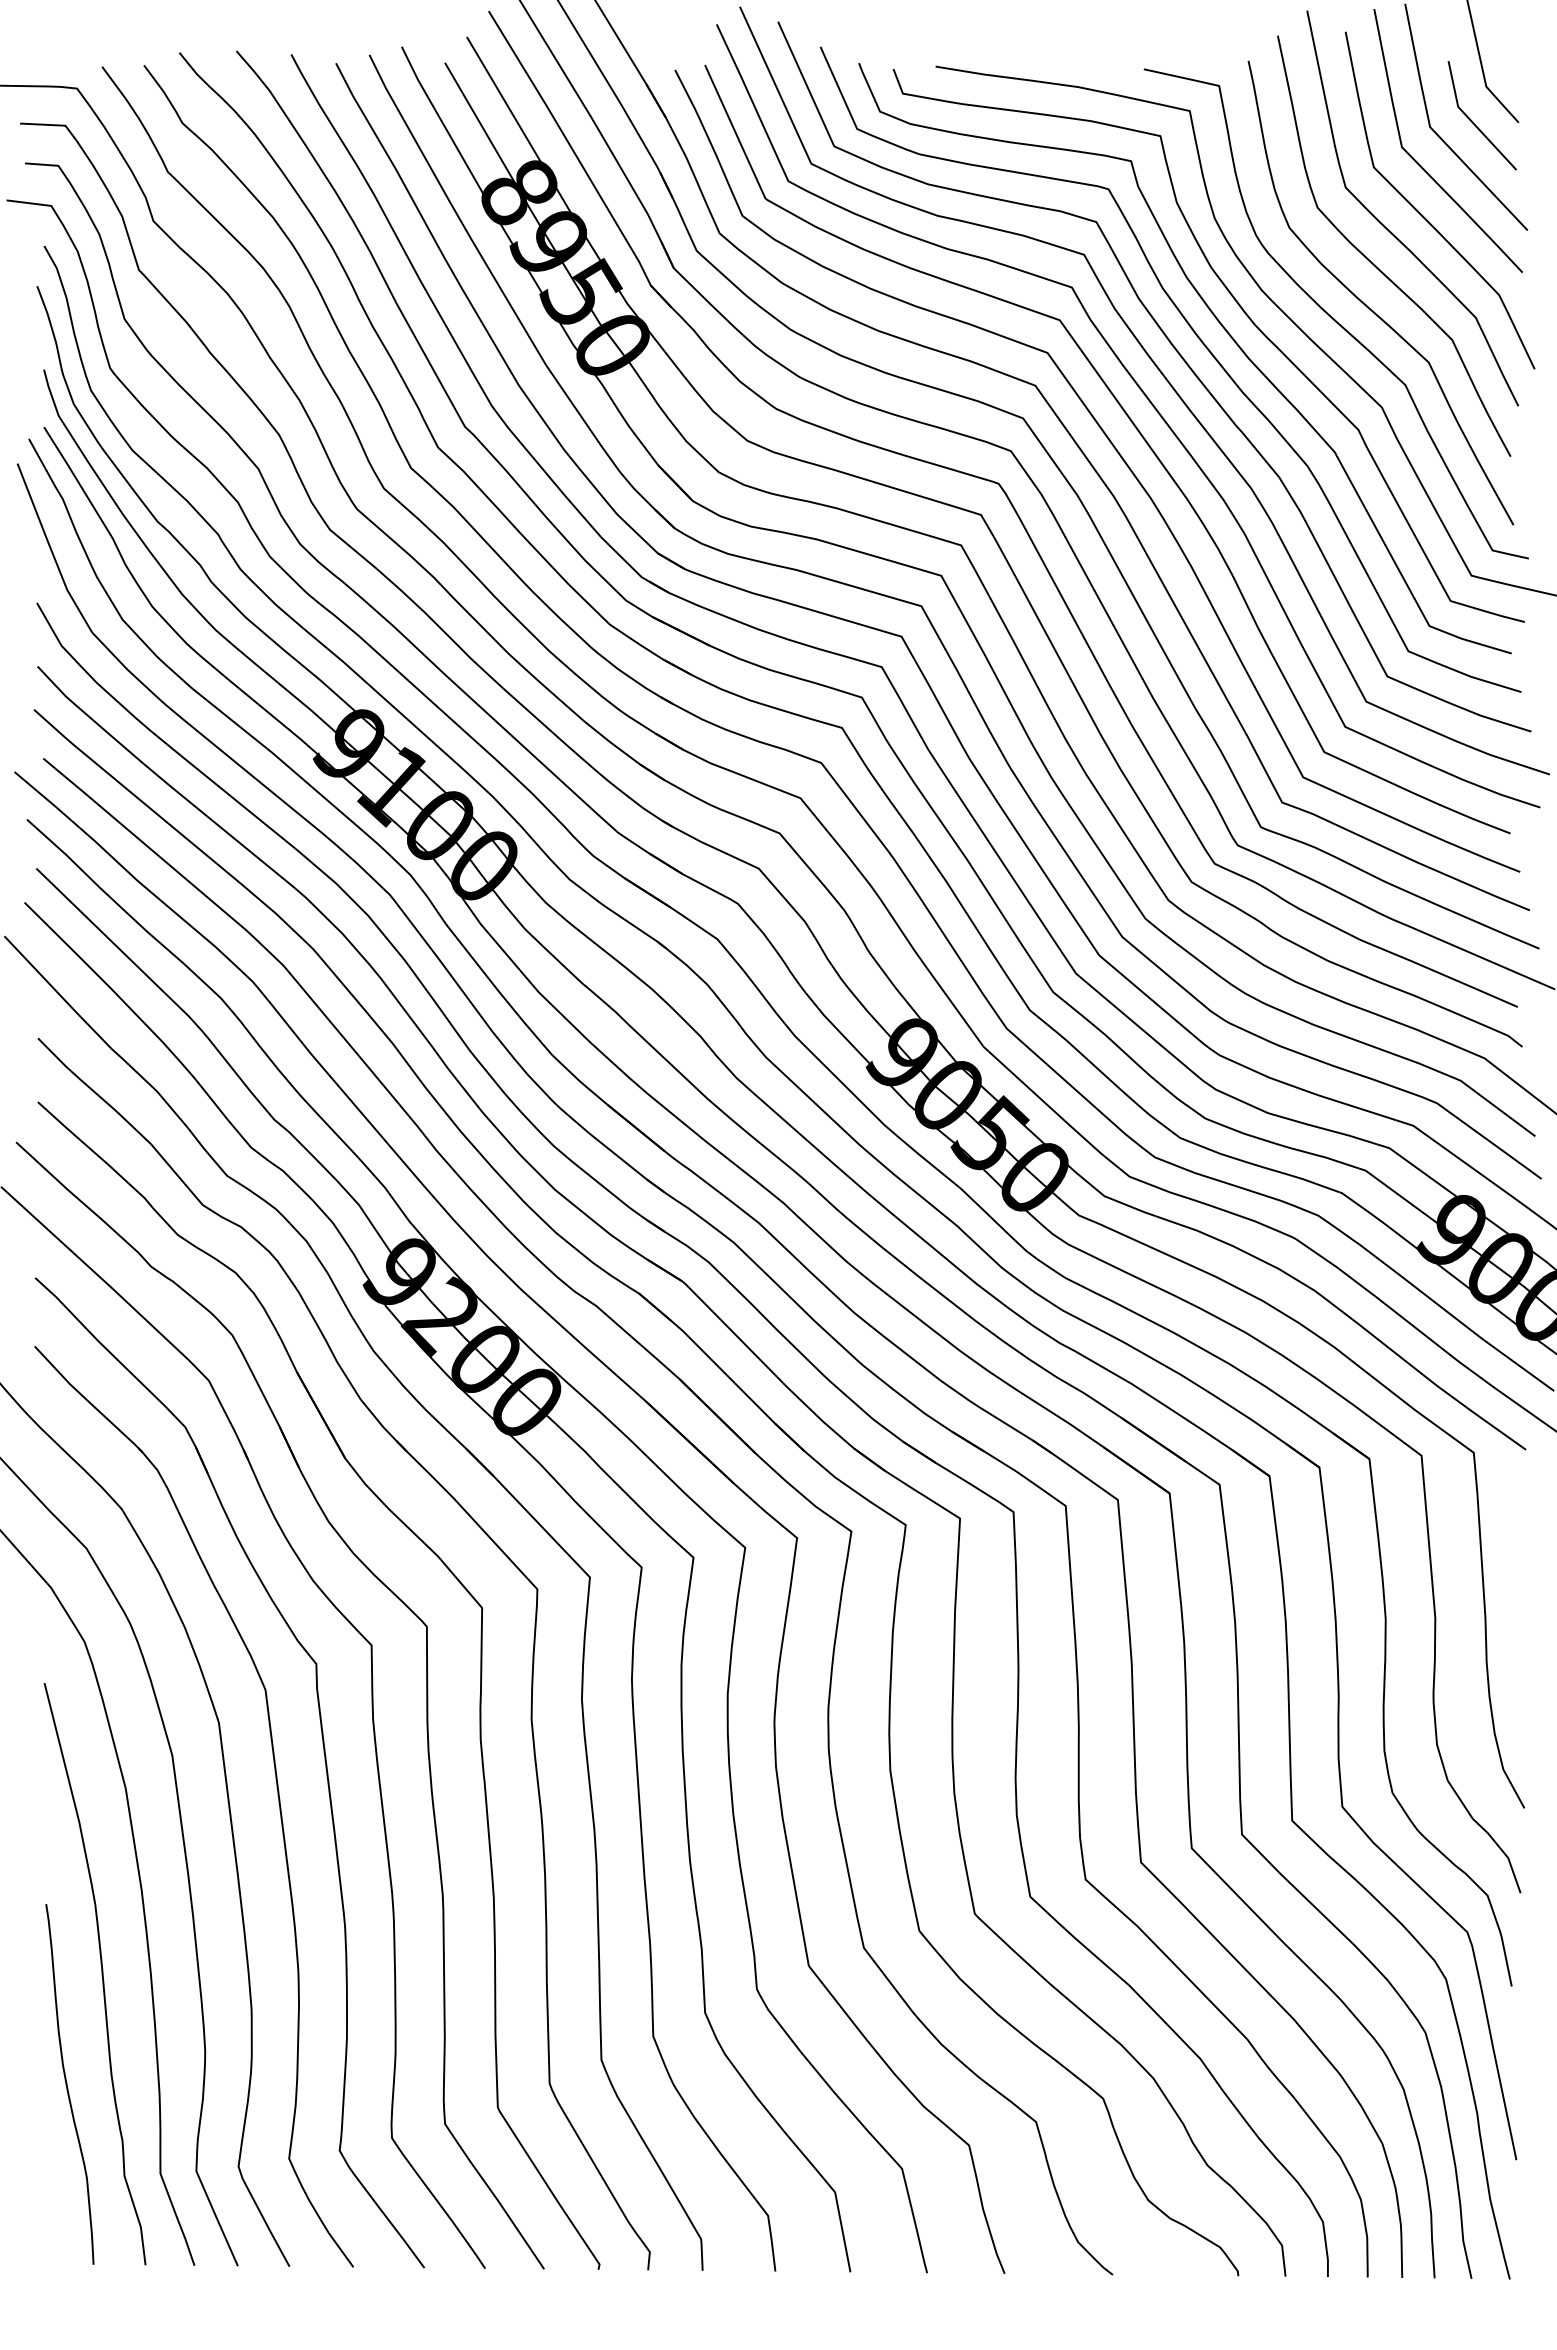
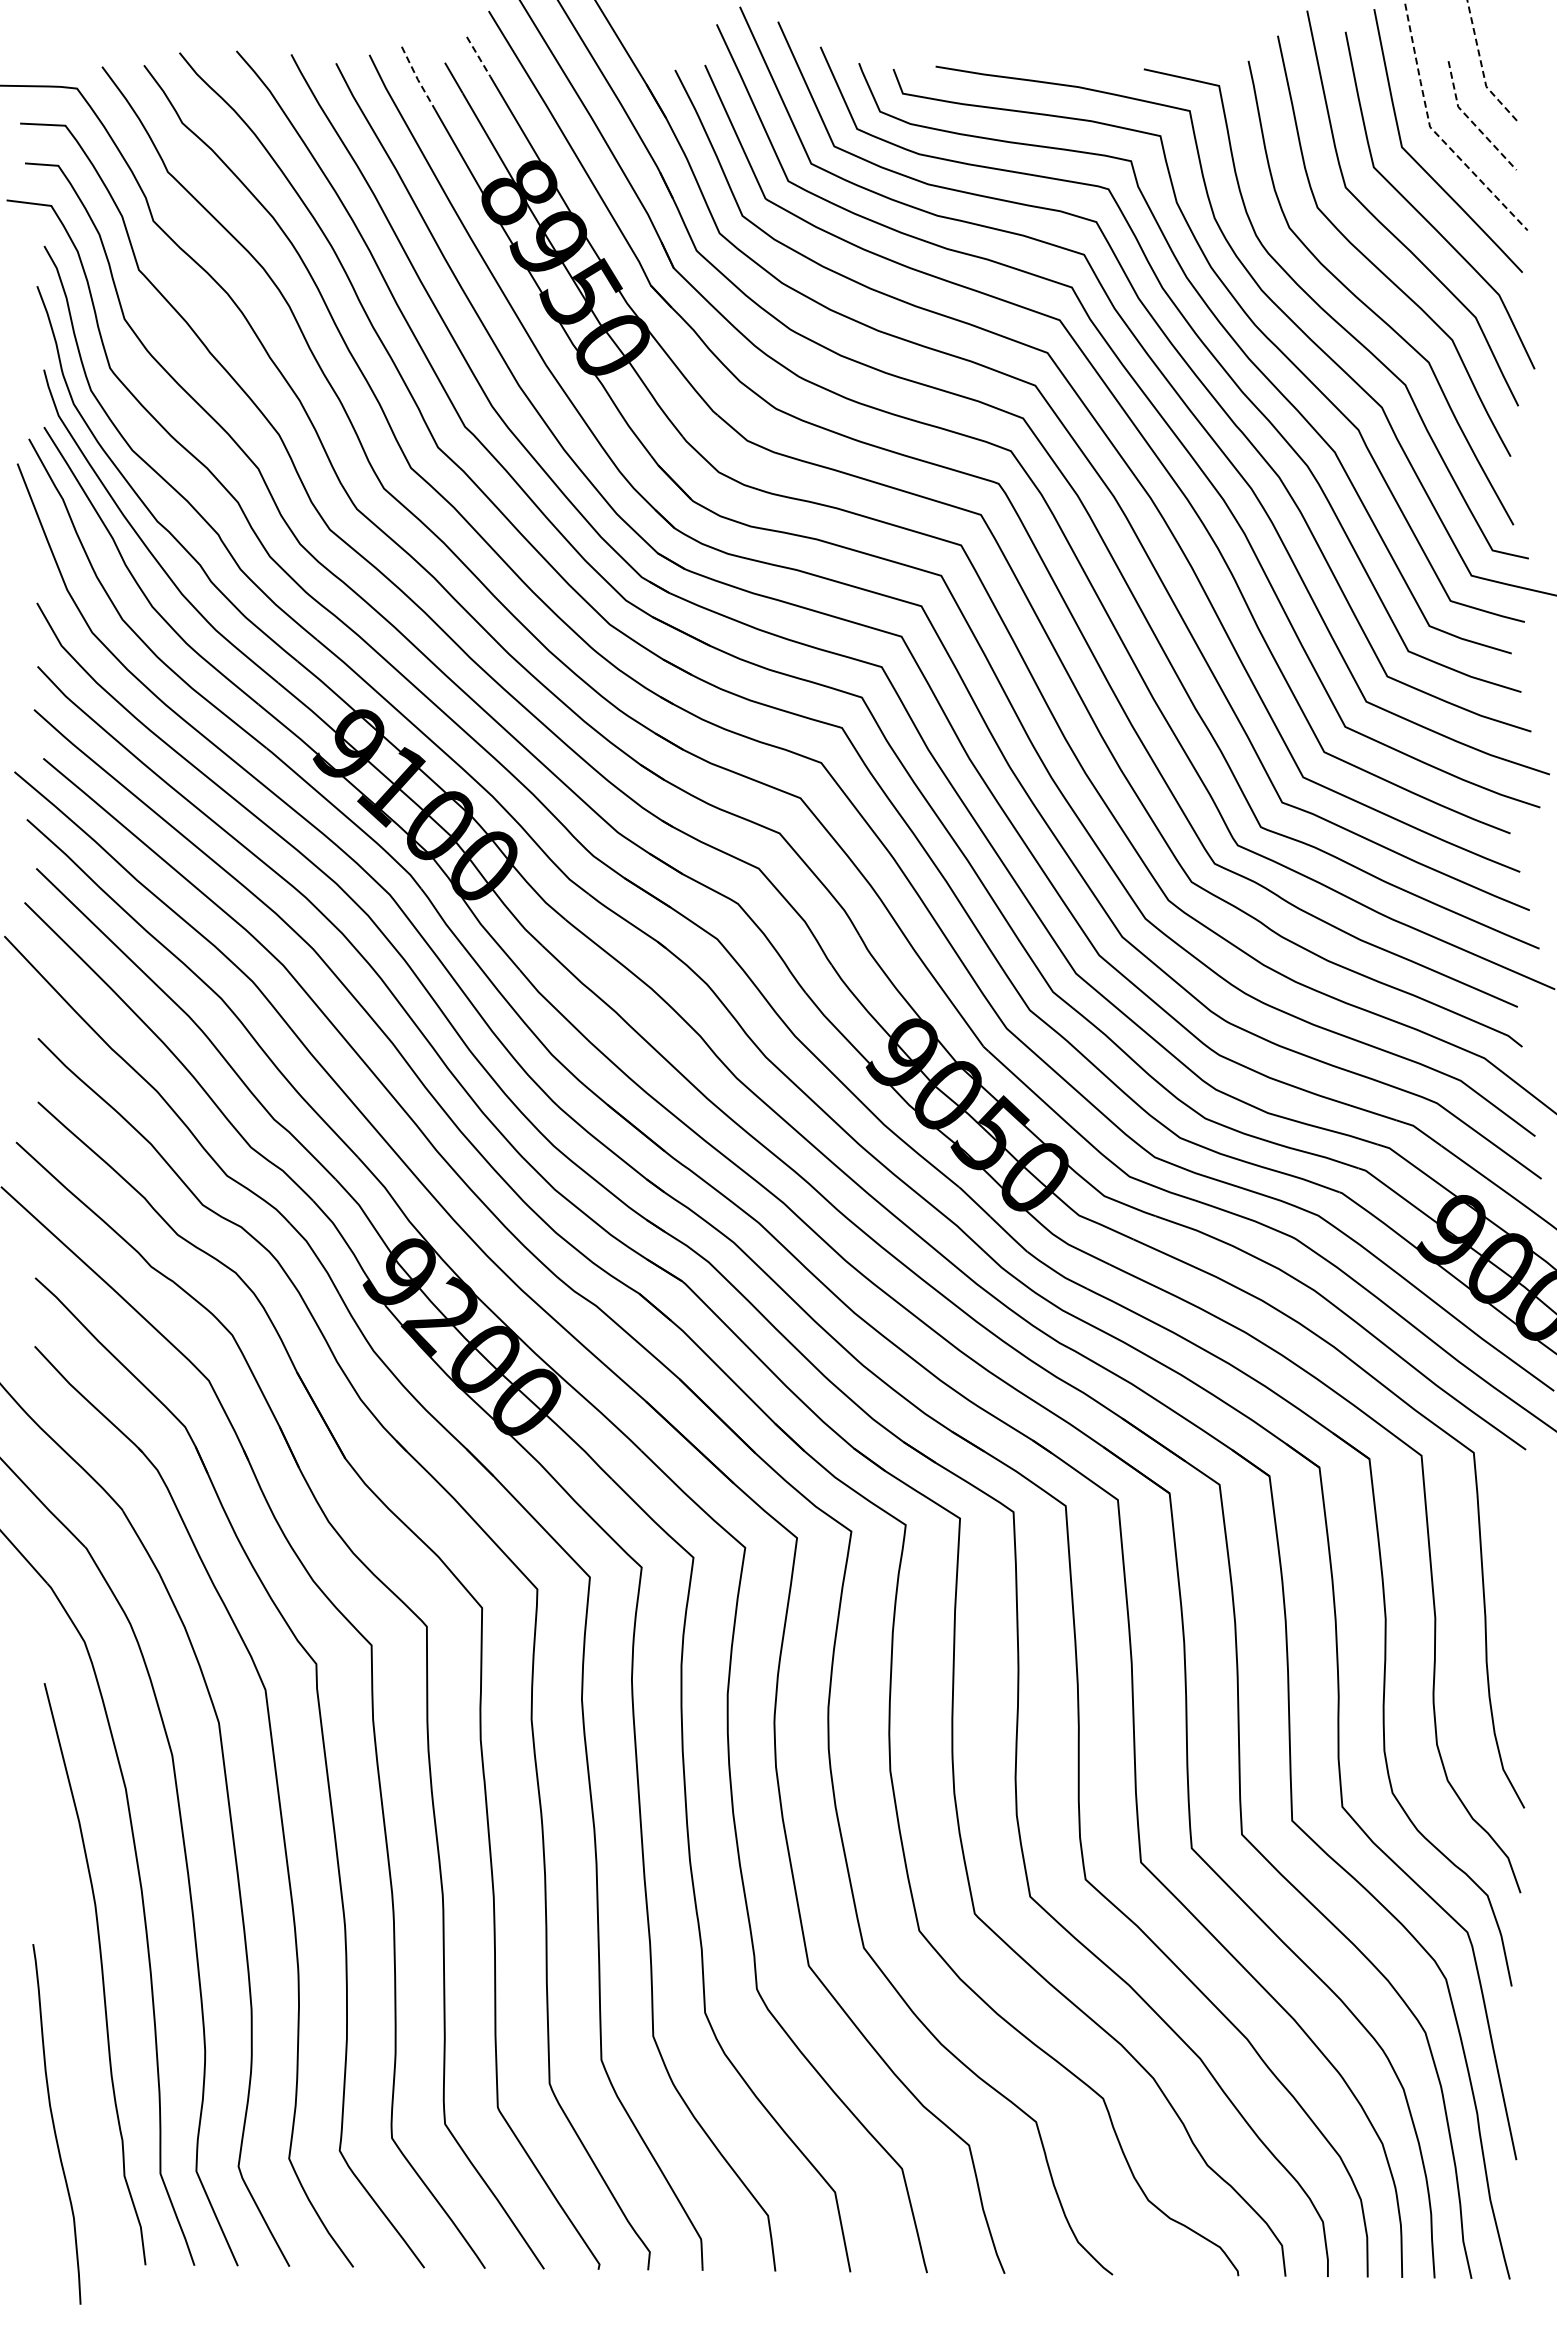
line at (478, 56): solid -> dashed
line at (1482, 69): solid -> dashed
line at (418, 79): solid -> dashed
line at (1471, 121): solid -> dashed
line at (1434, 132): solid -> dashed
curve at (67, 2084) position: (67, 2084) -> (54, 2124)
